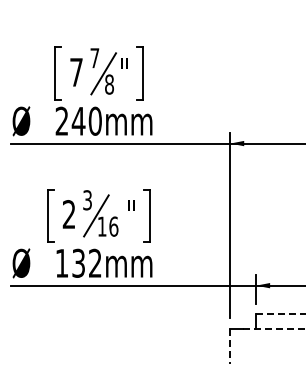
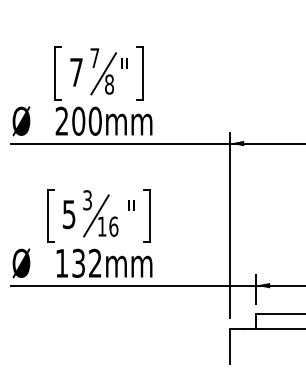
text at (78, 120): 240mm -> 200mm
text at (68, 214): 2 -> 5
line at (281, 314): dashed -> solid
line at (274, 328): dashed -> solid
line at (230, 346): dashed -> solid
